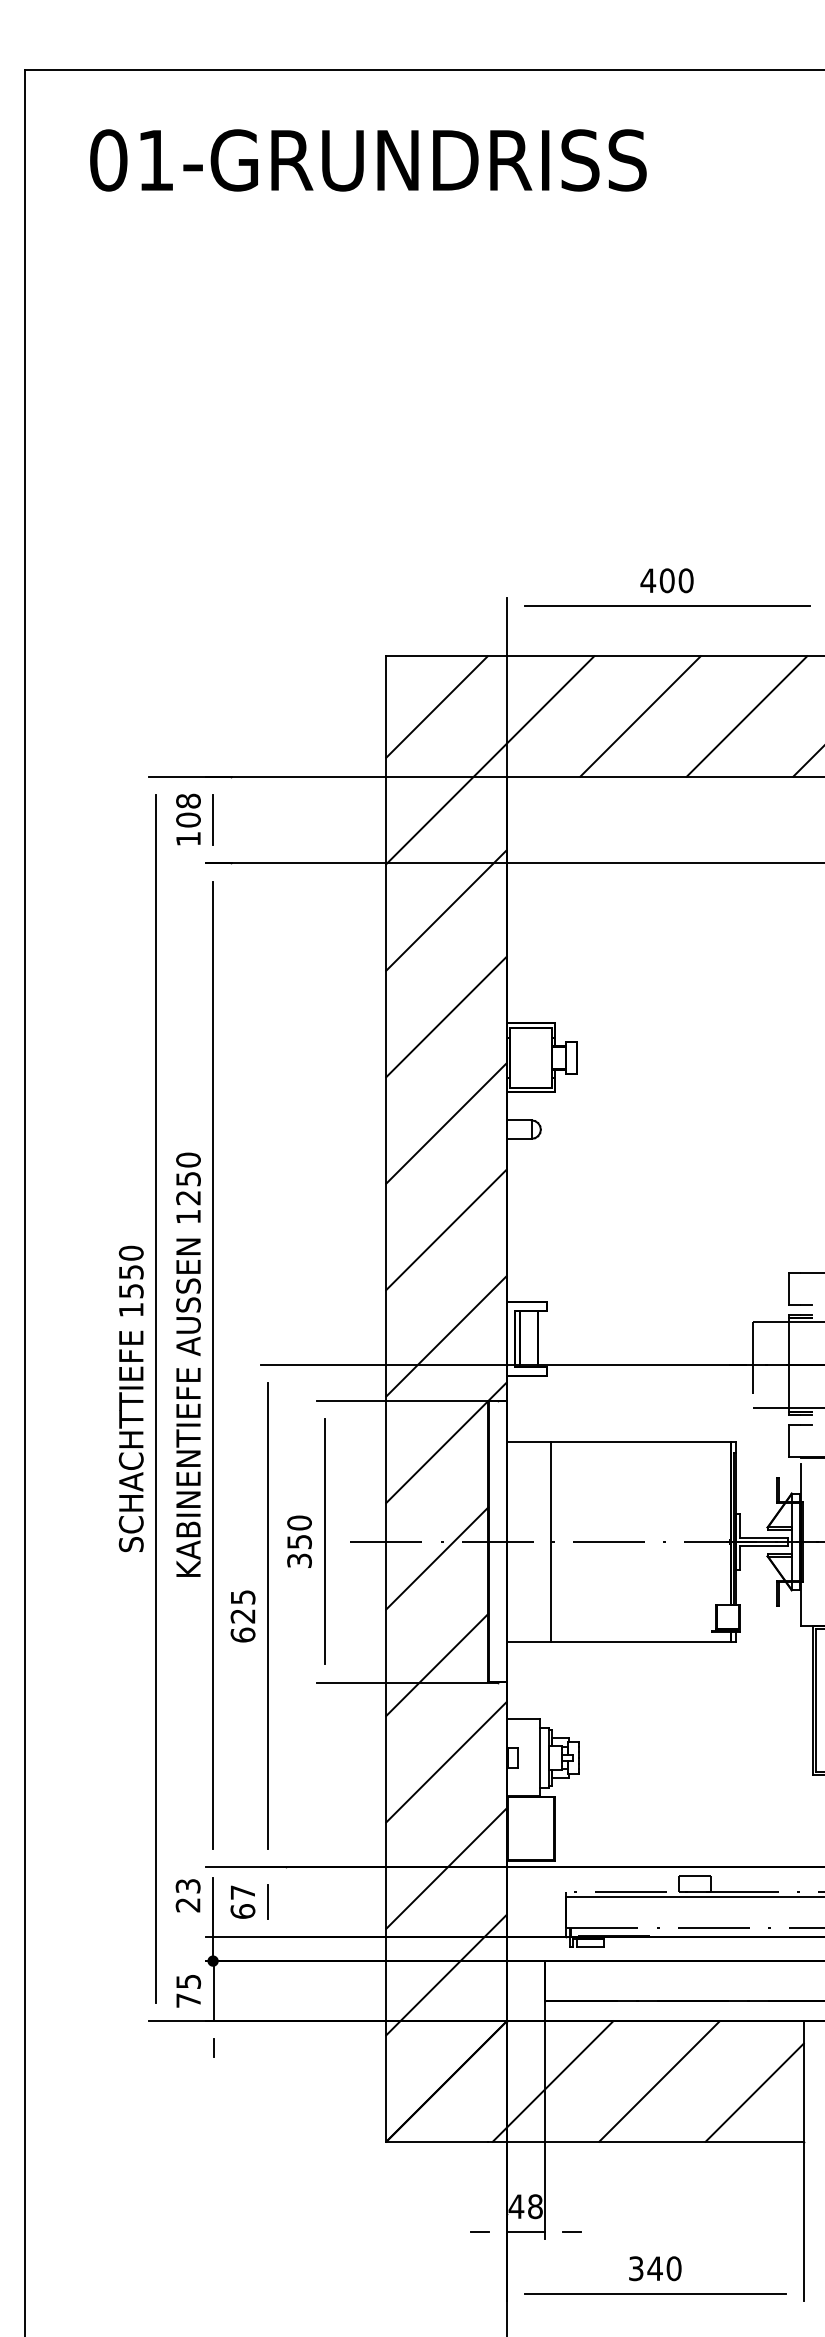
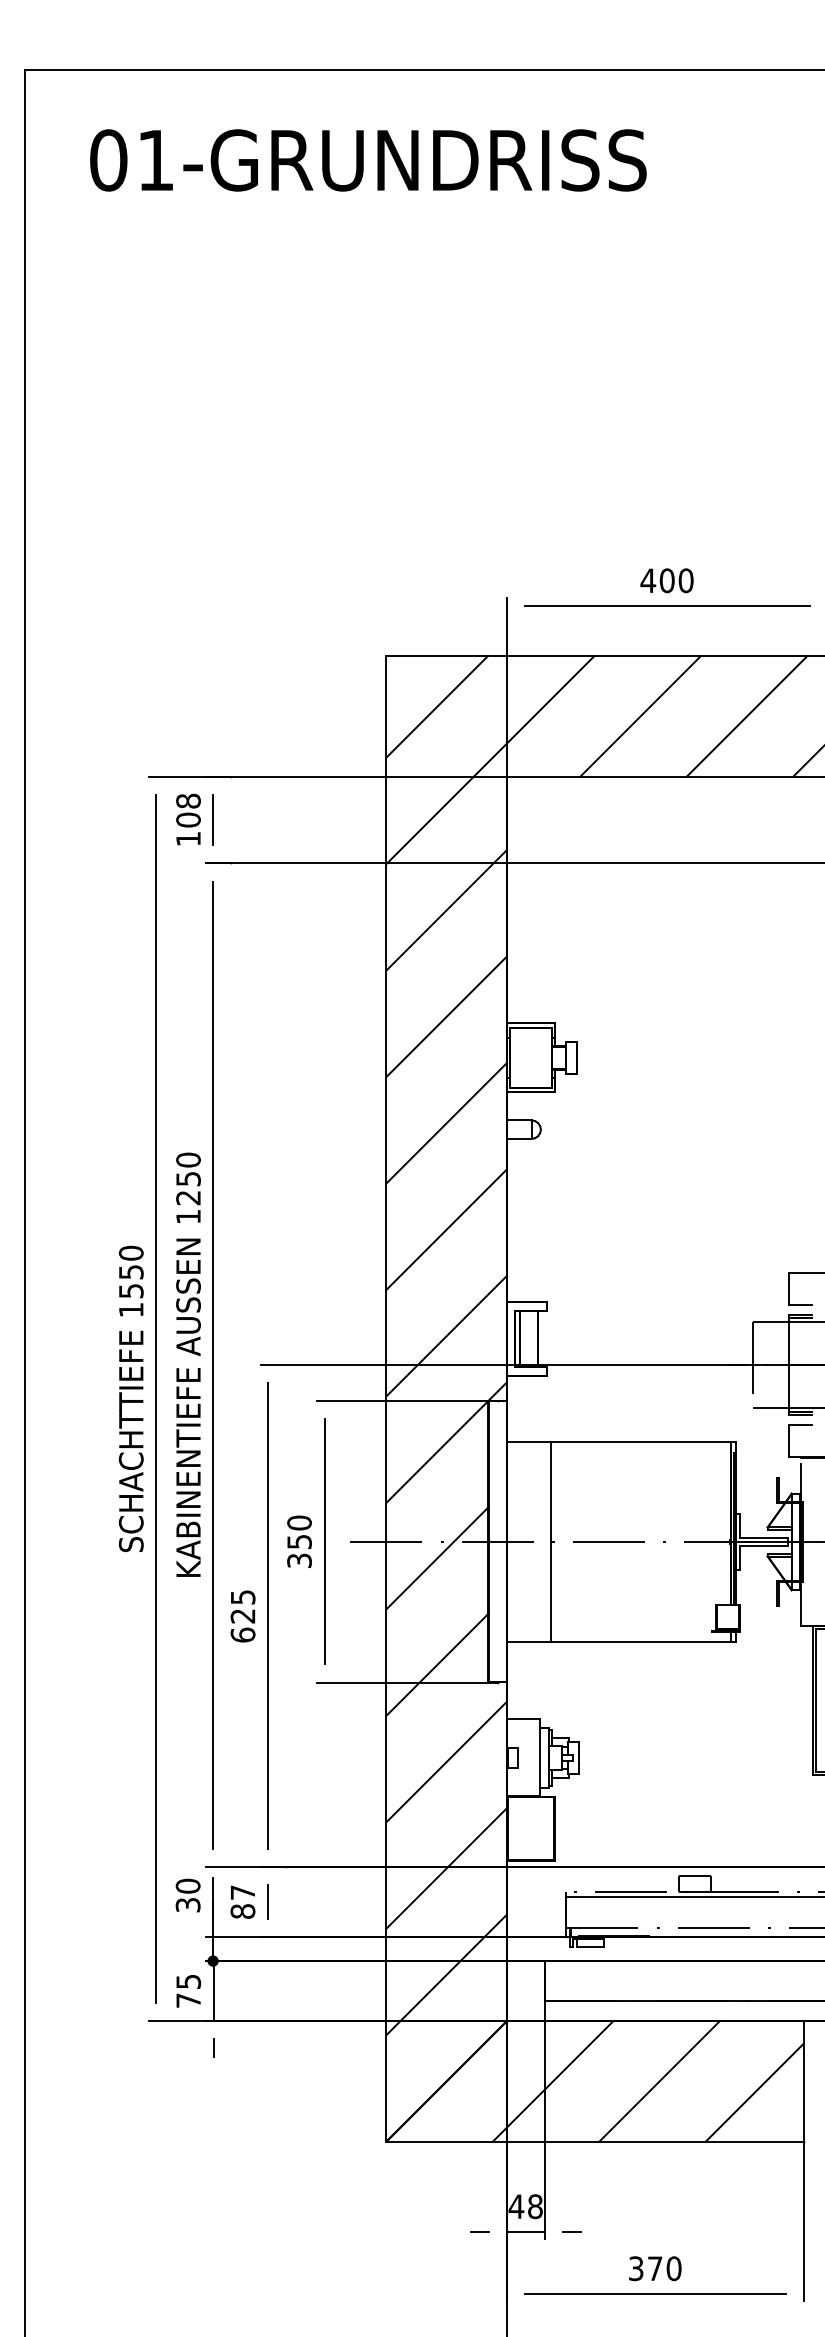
text at (187, 1895): 23 -> 30
text at (242, 1911): 67 -> 87
text at (654, 2268): 340 -> 370
